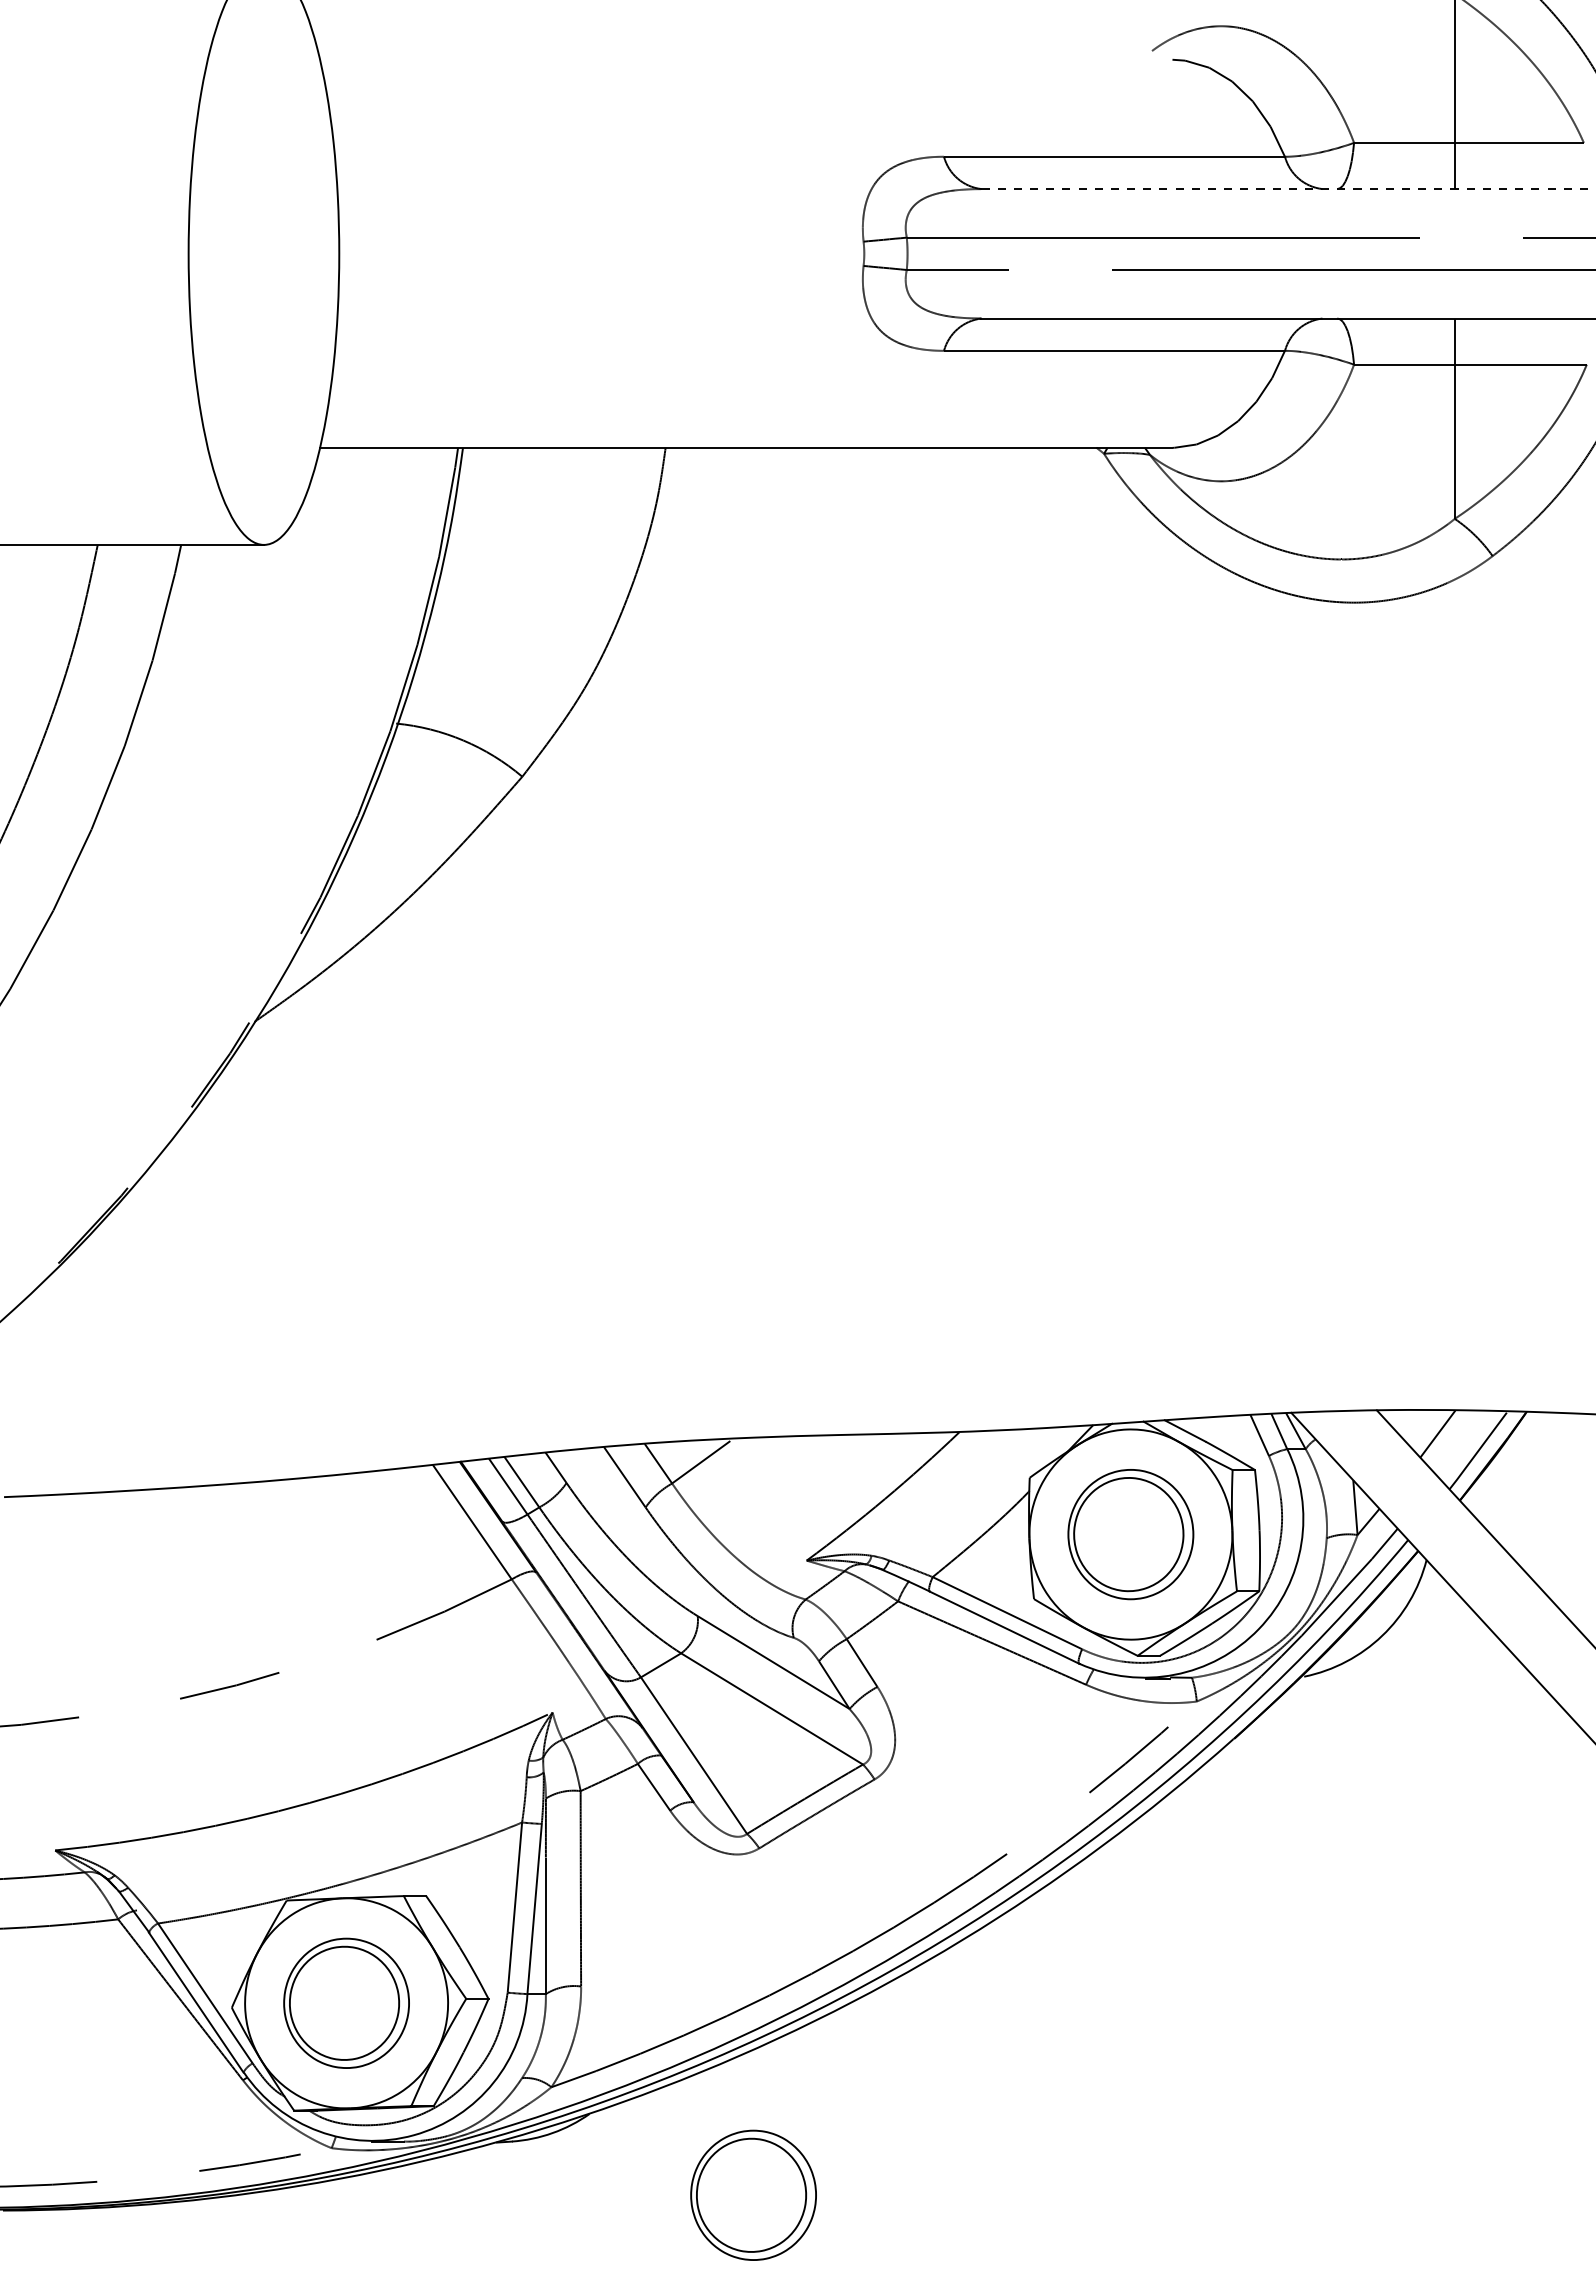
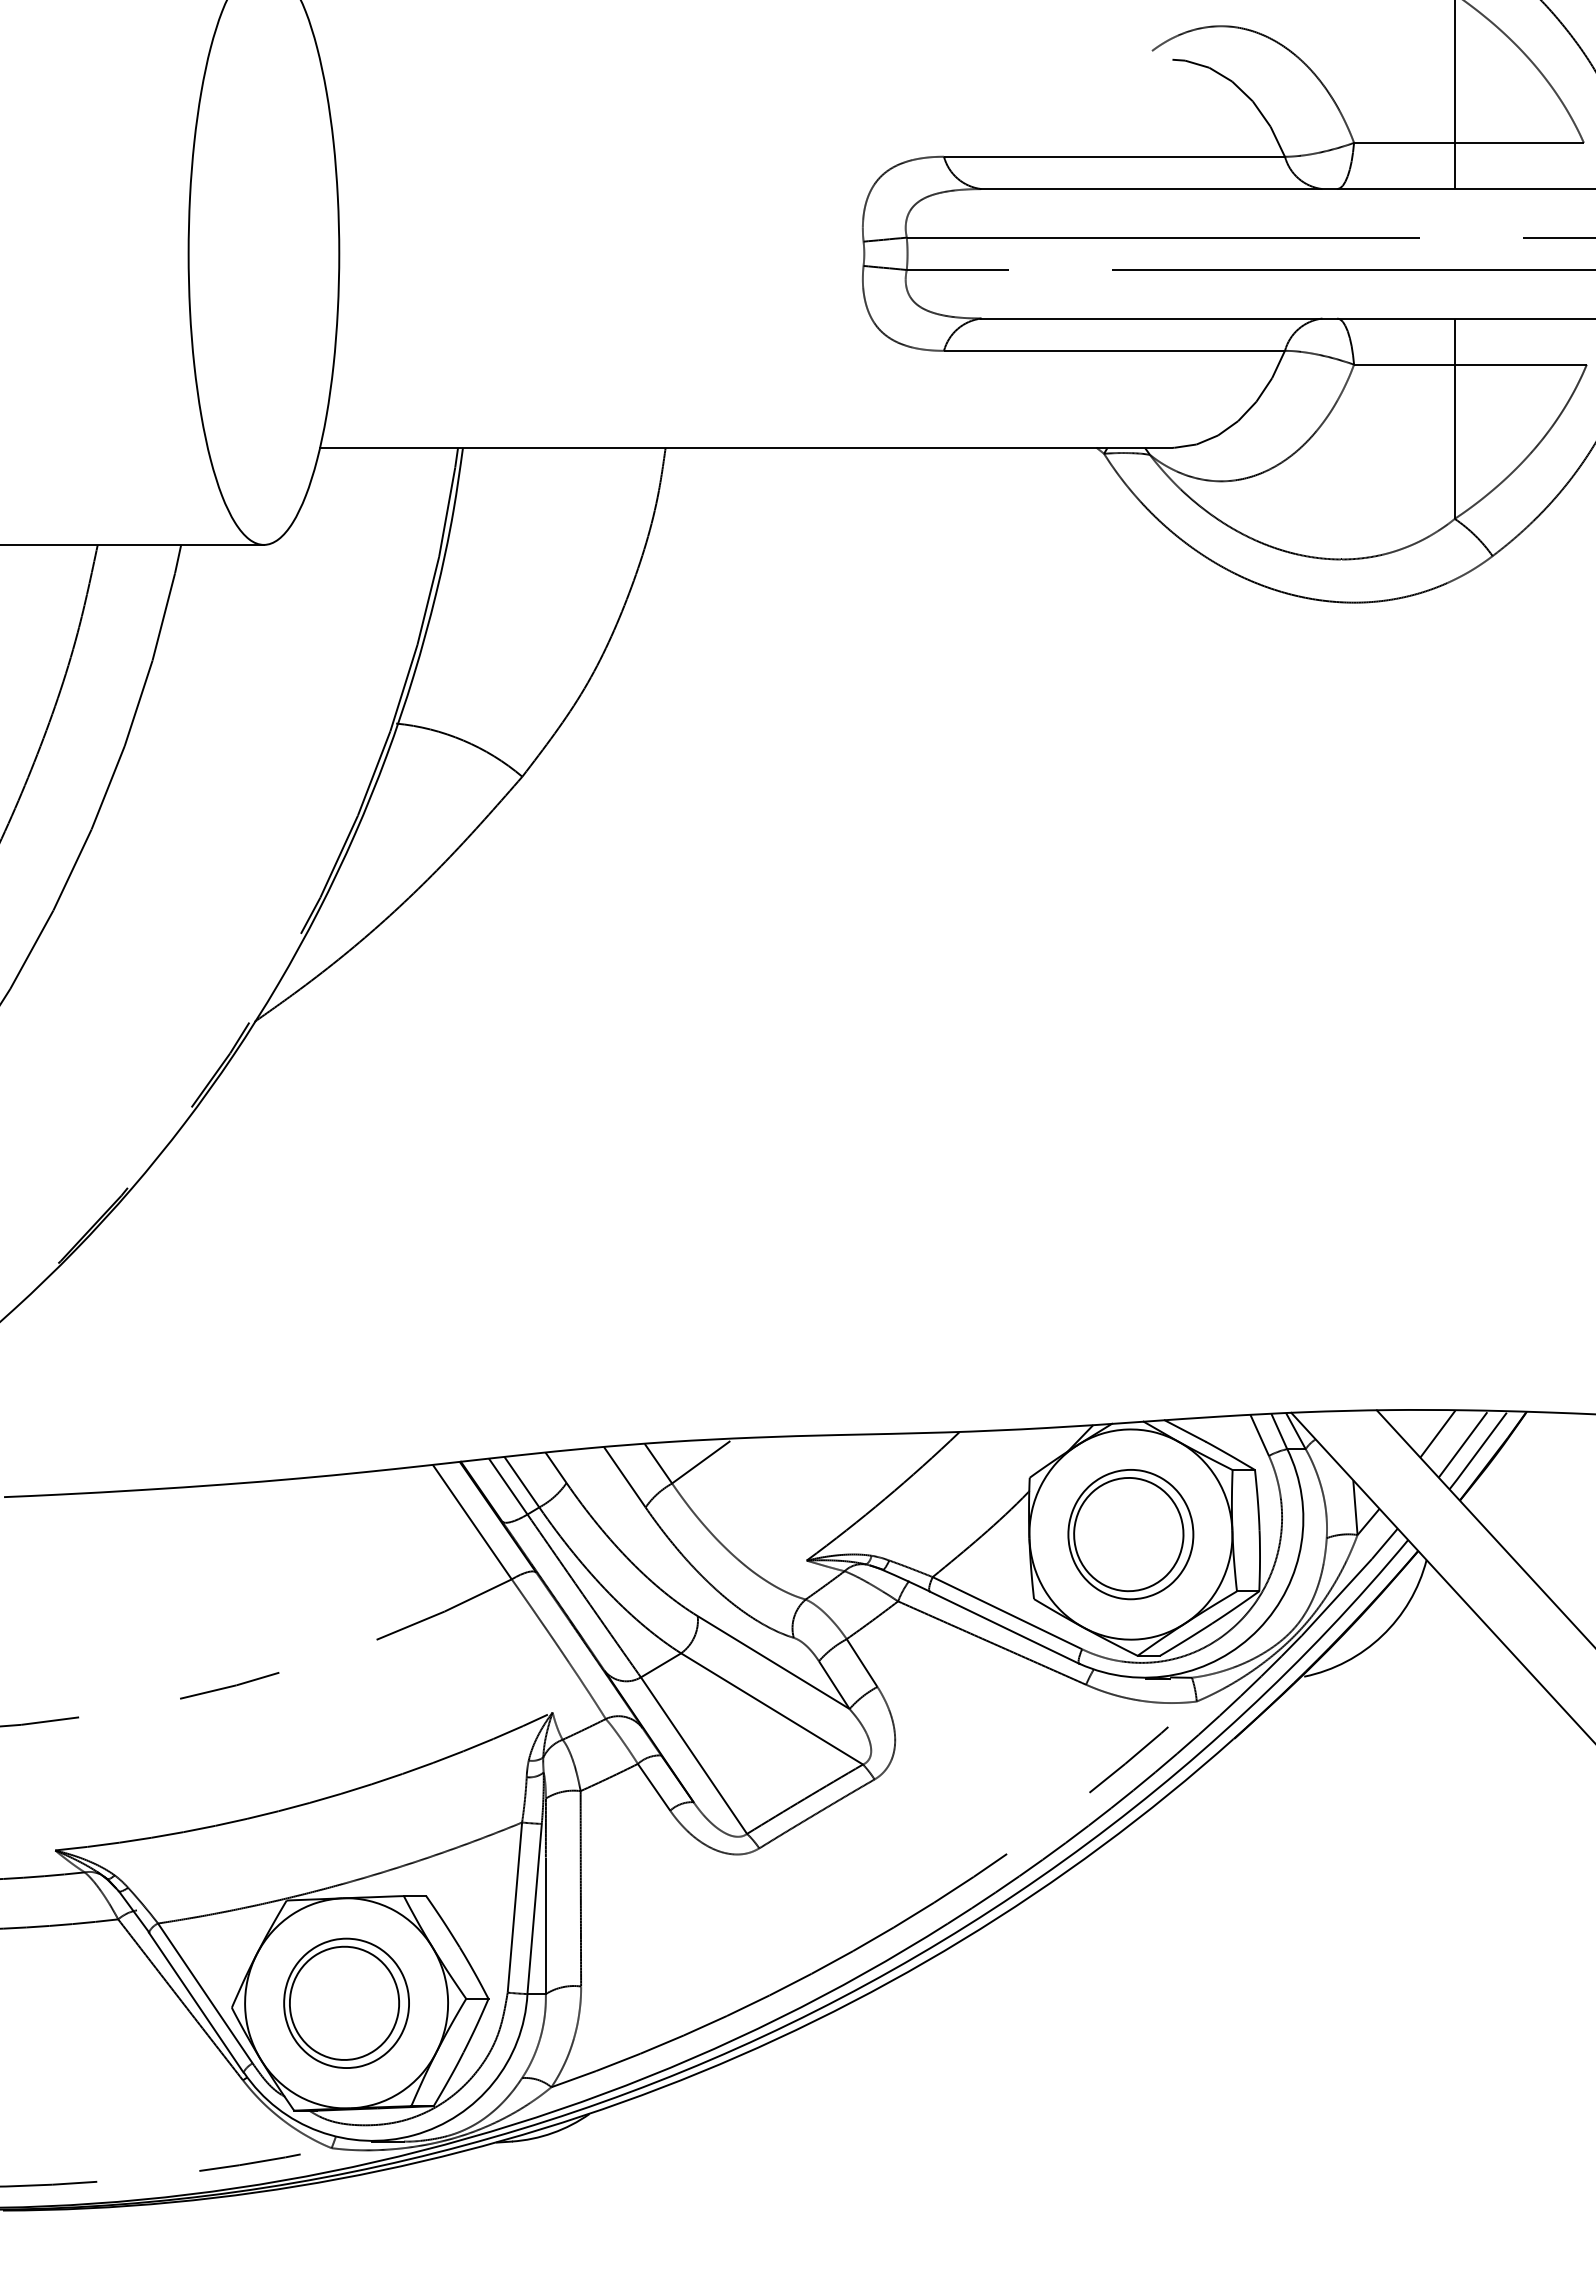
line at (1289, 189): dashed -> solid
line at (1462, 1444): none -> present
part at (753, 2194): present -> none
